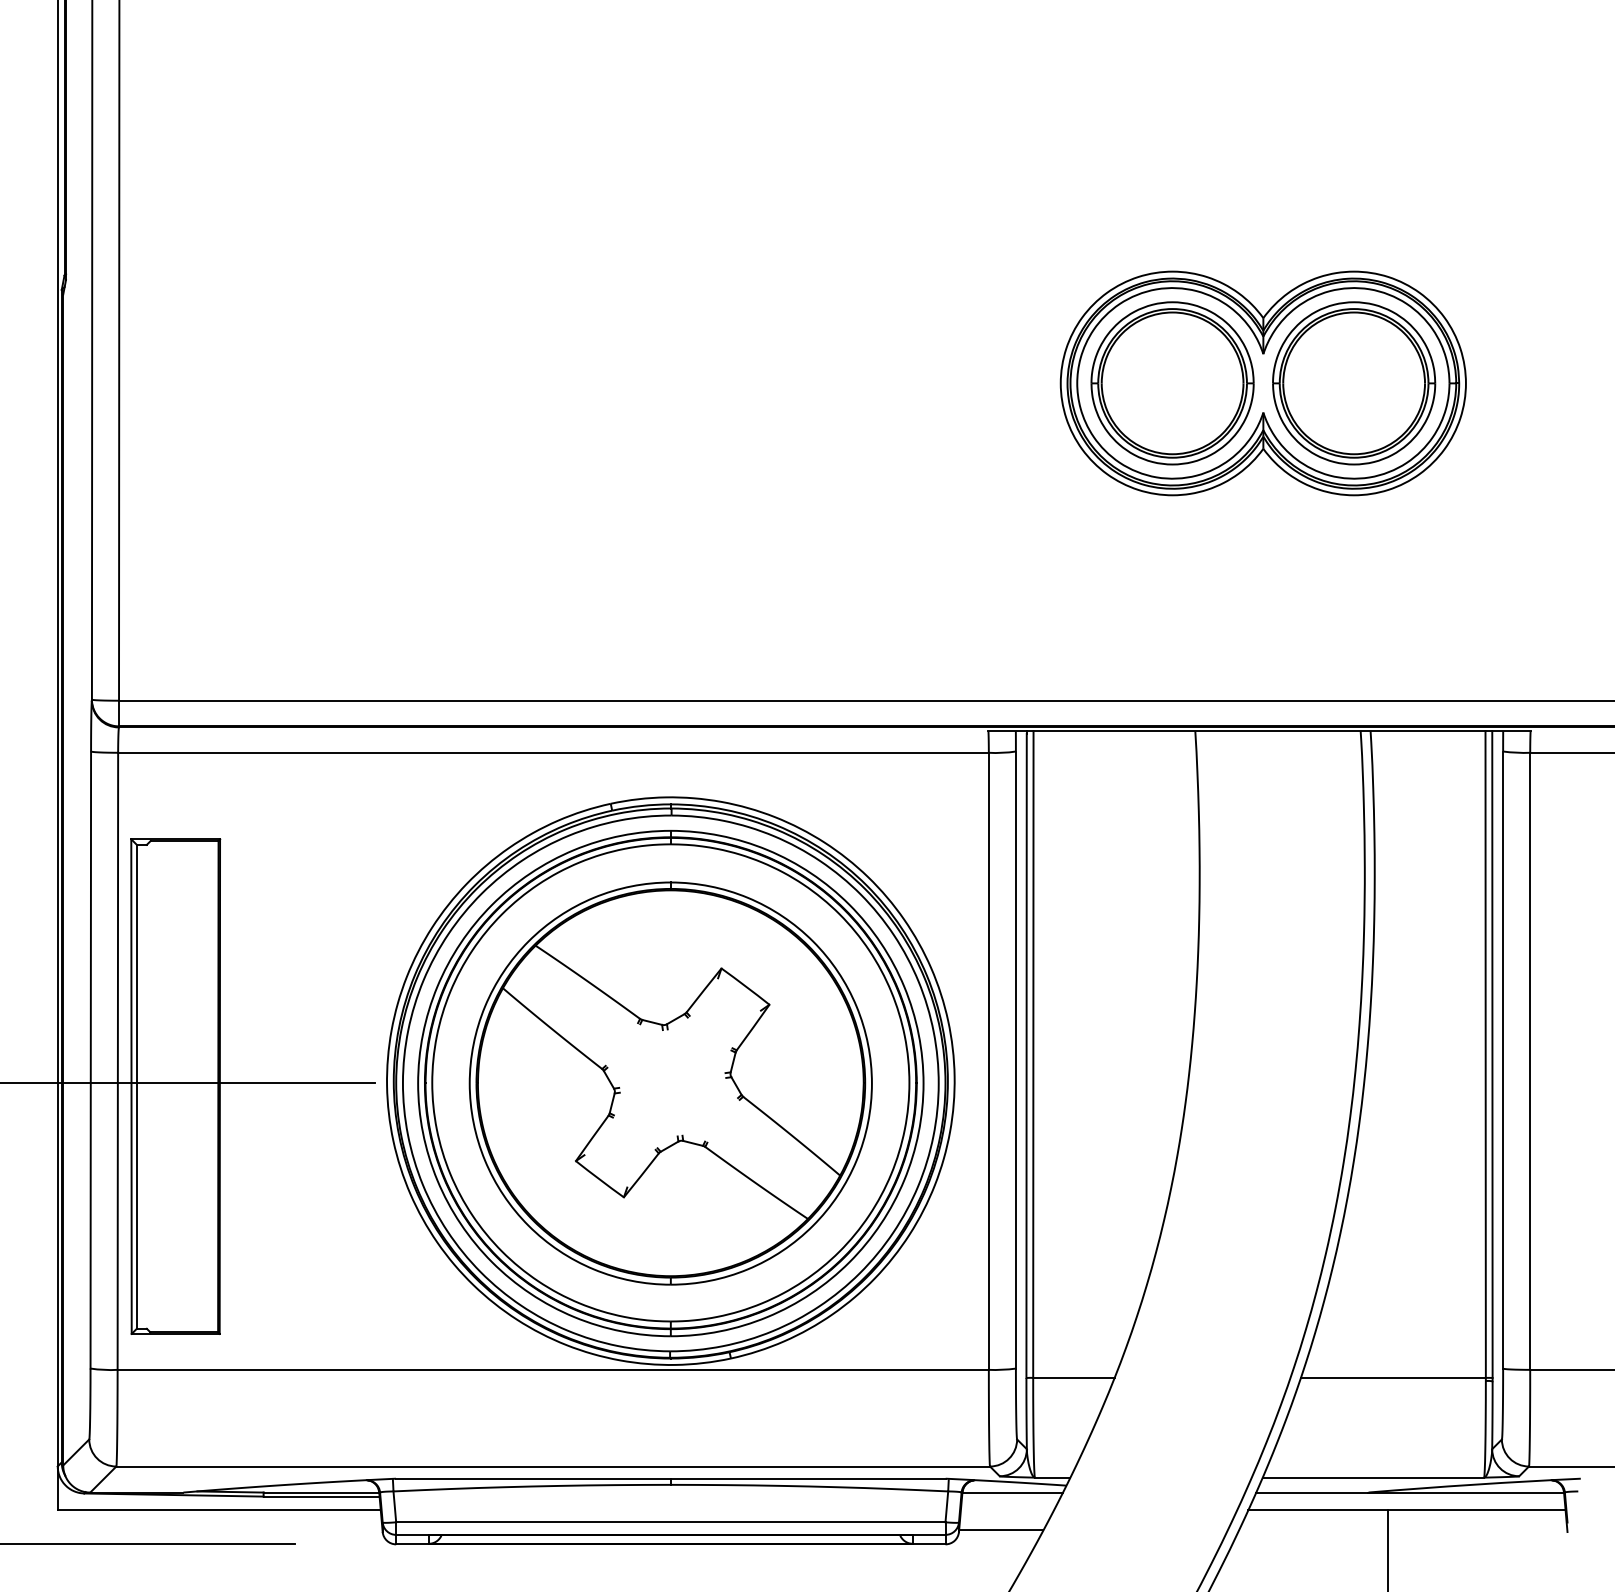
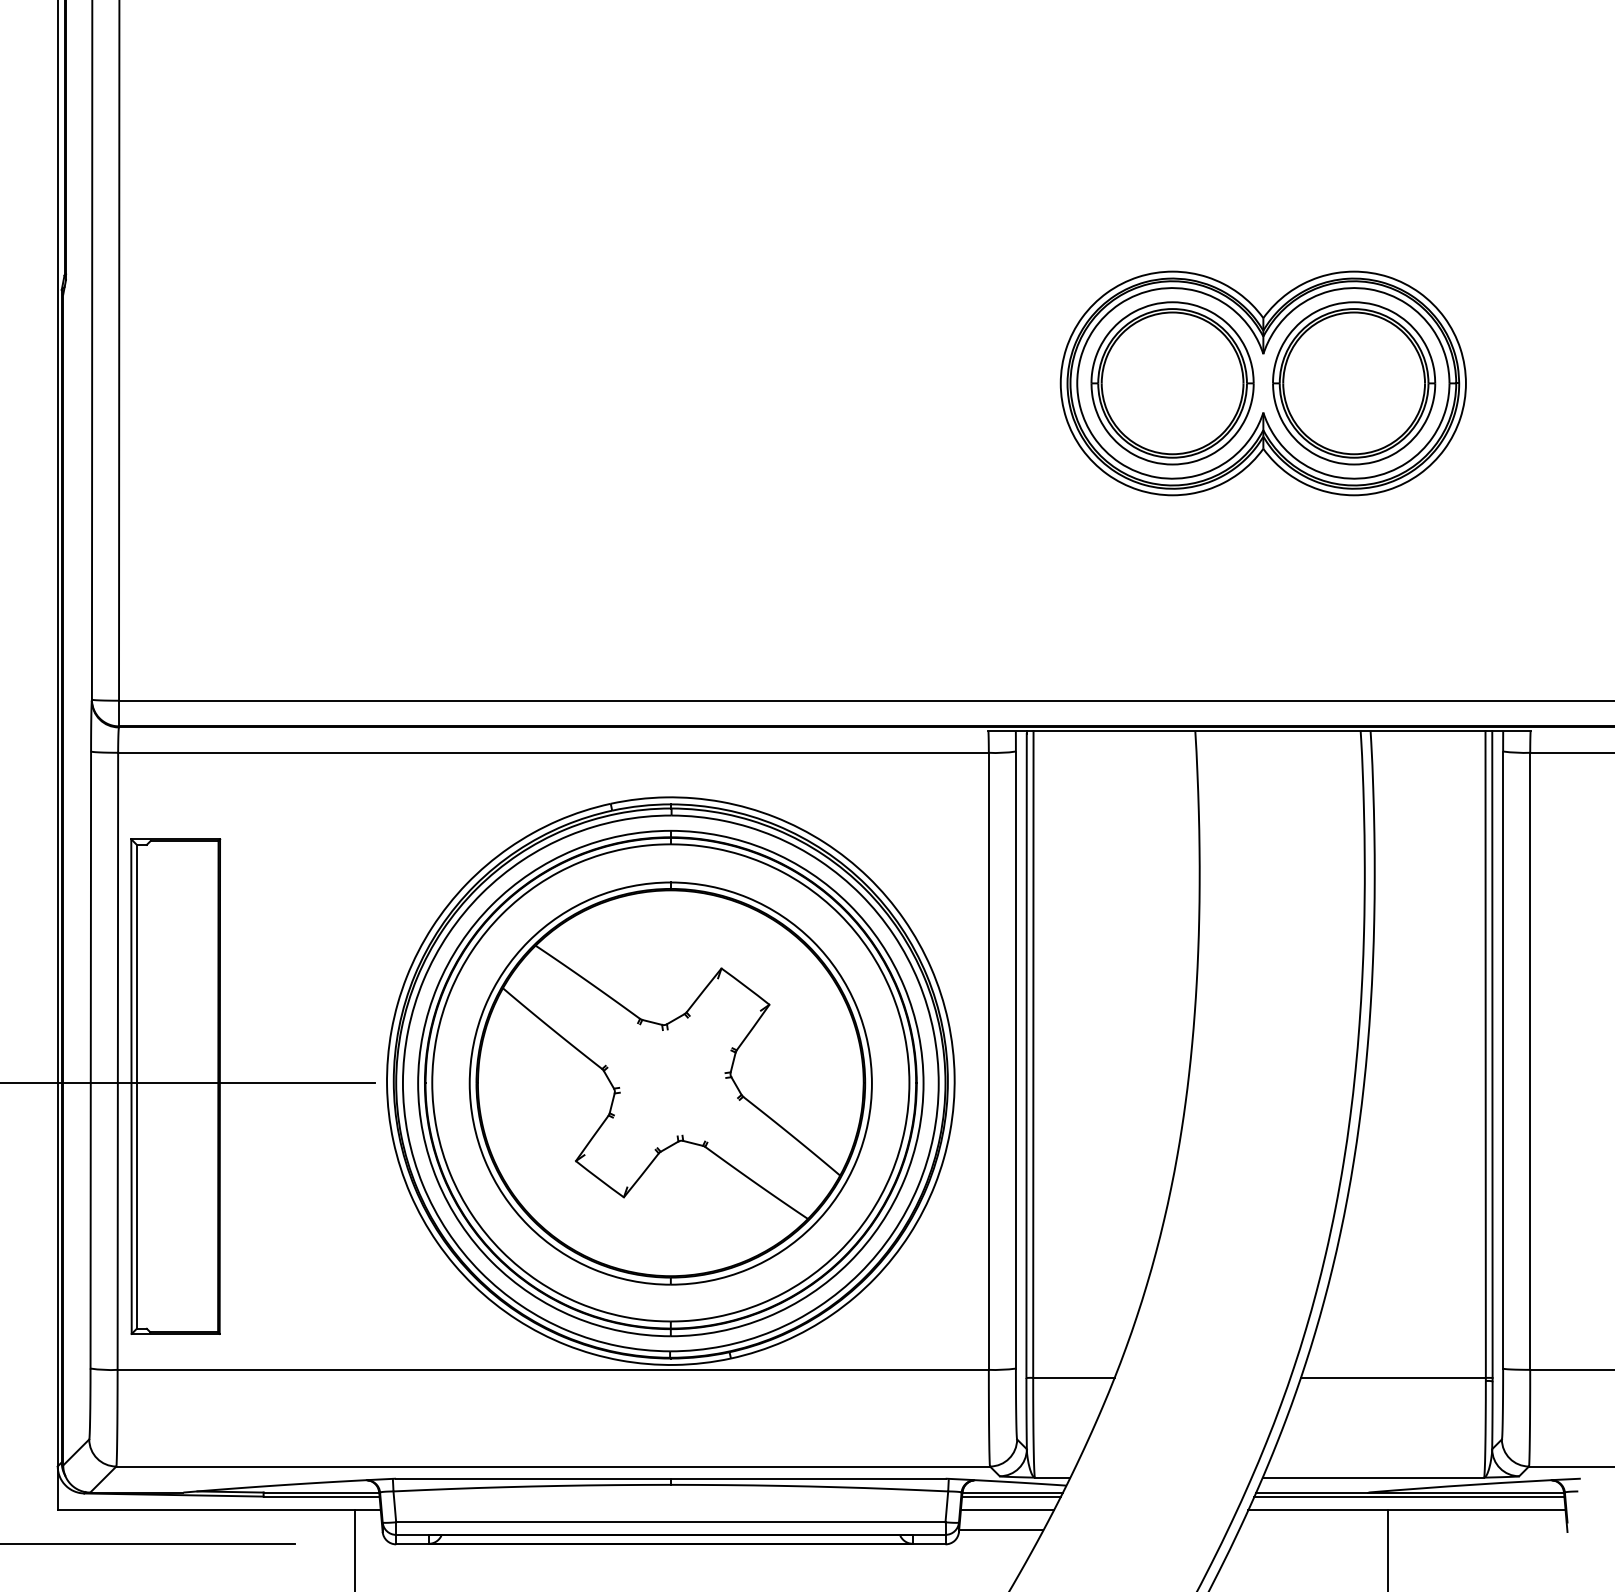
line at (1011, 1496): none -> present
line at (1409, 1496): none -> present
line at (1007, 1510): none -> present
line at (354, 1549): none -> present
